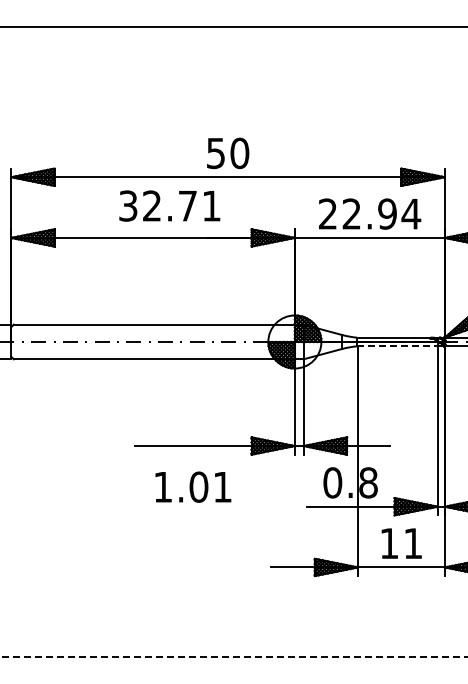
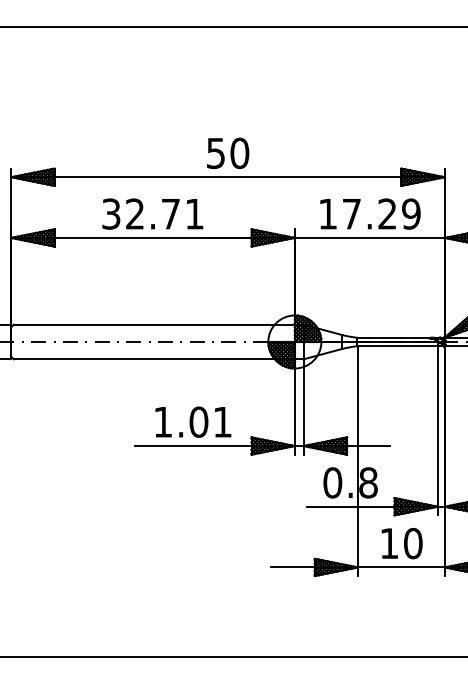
text at (169, 205) position: (169, 205) -> (152, 213)
text at (370, 213): 22.94 -> 17.29
line at (398, 346): dashed -> solid
text at (193, 486) position: (193, 486) -> (193, 421)
text at (413, 543): 11 -> 10
line at (234, 656): dashed -> solid
